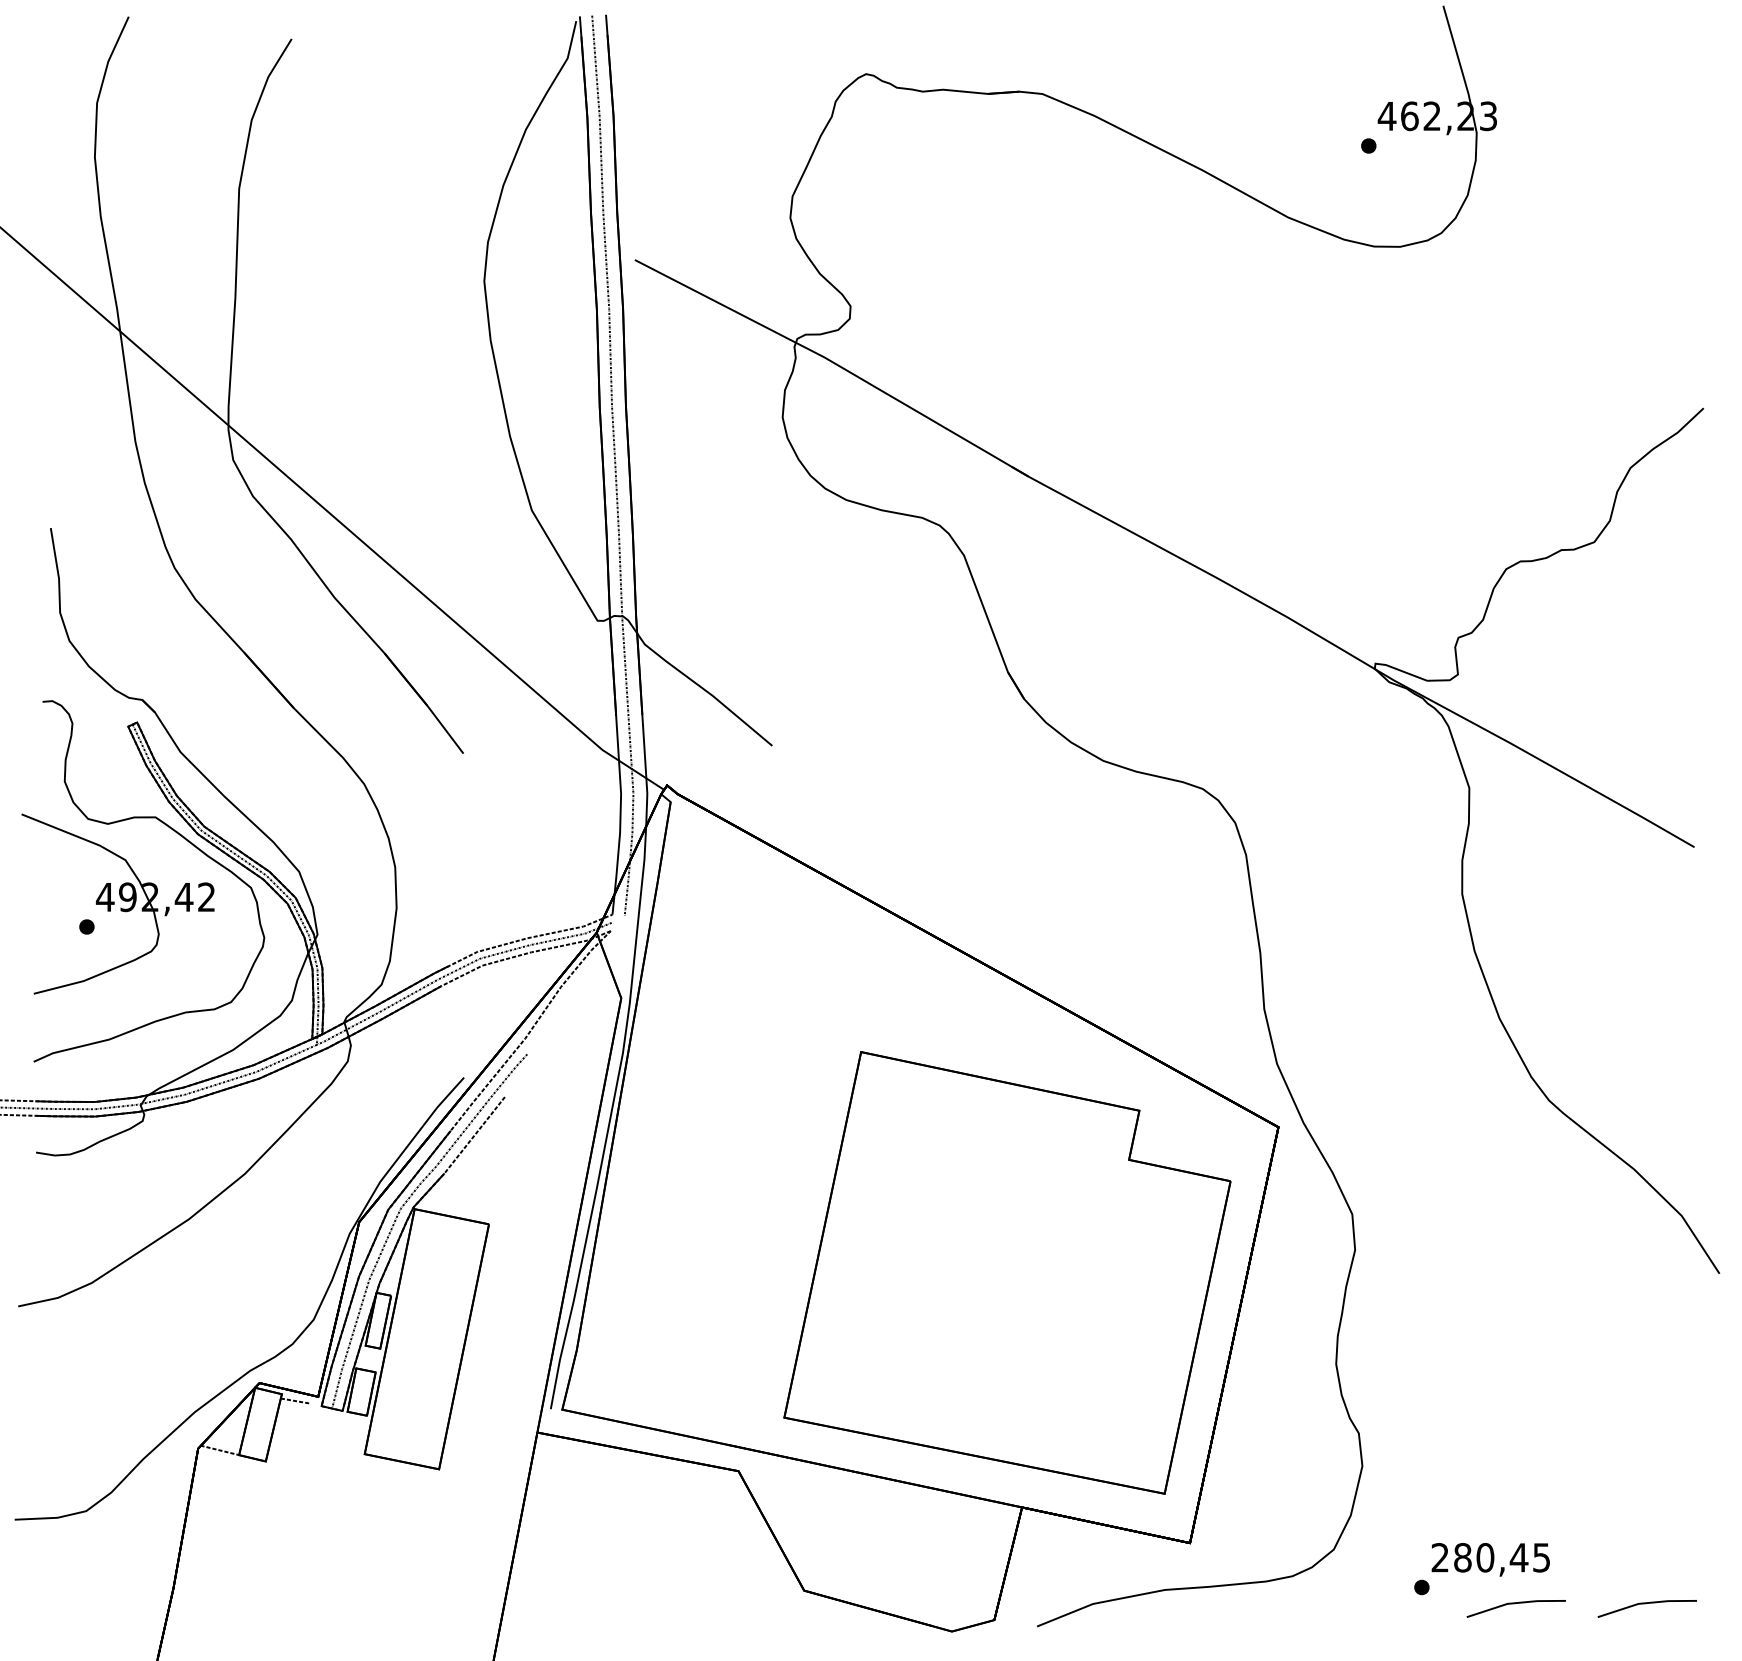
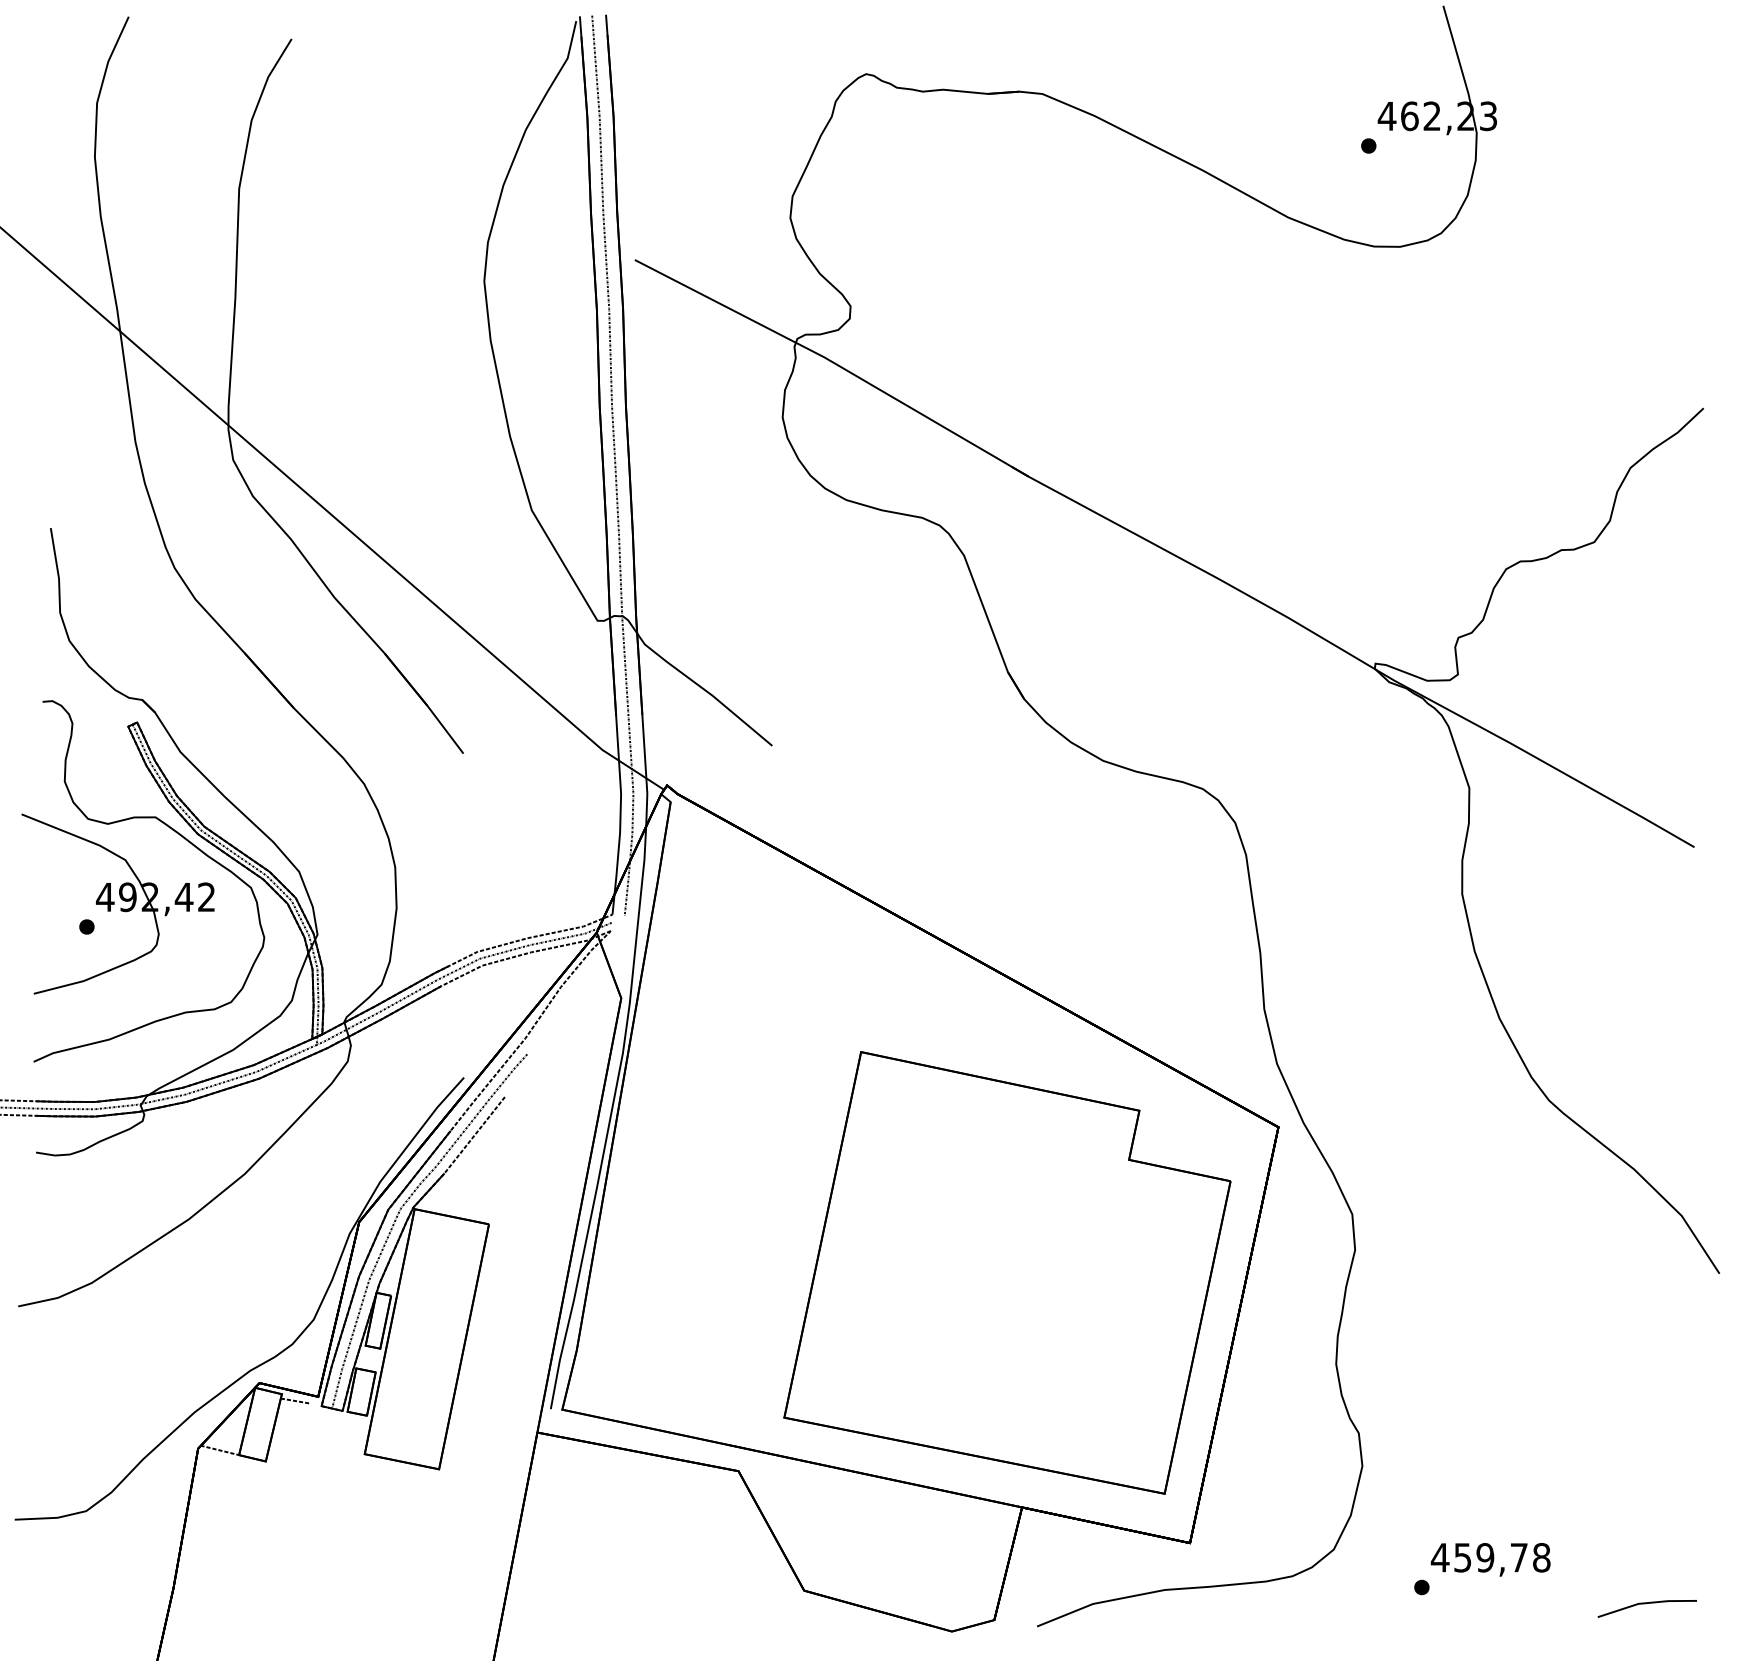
text at (1490, 1557): 280,45 -> 459,78
line at (1514, 1604): present -> none
